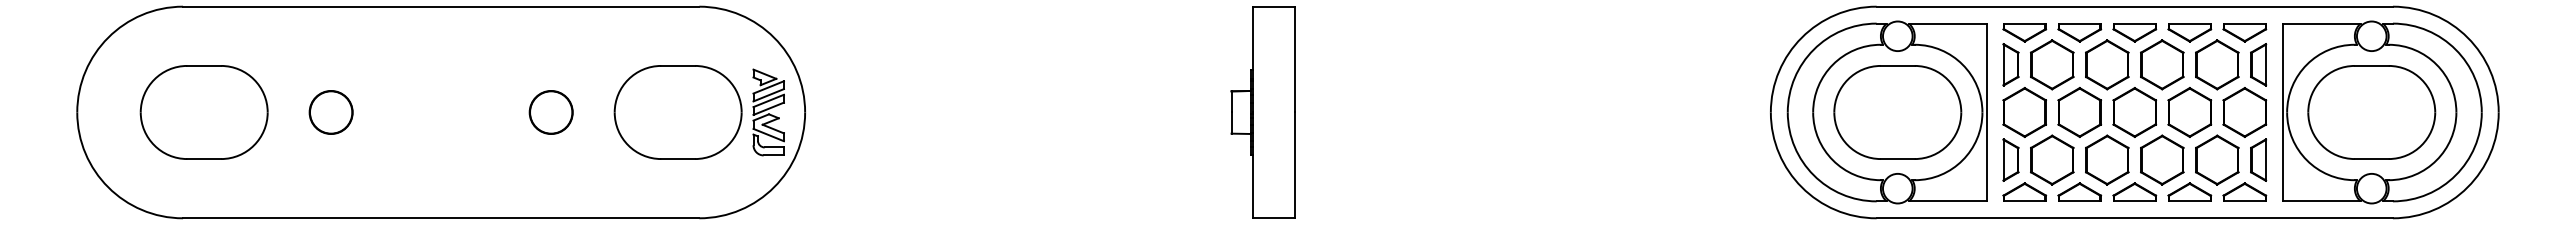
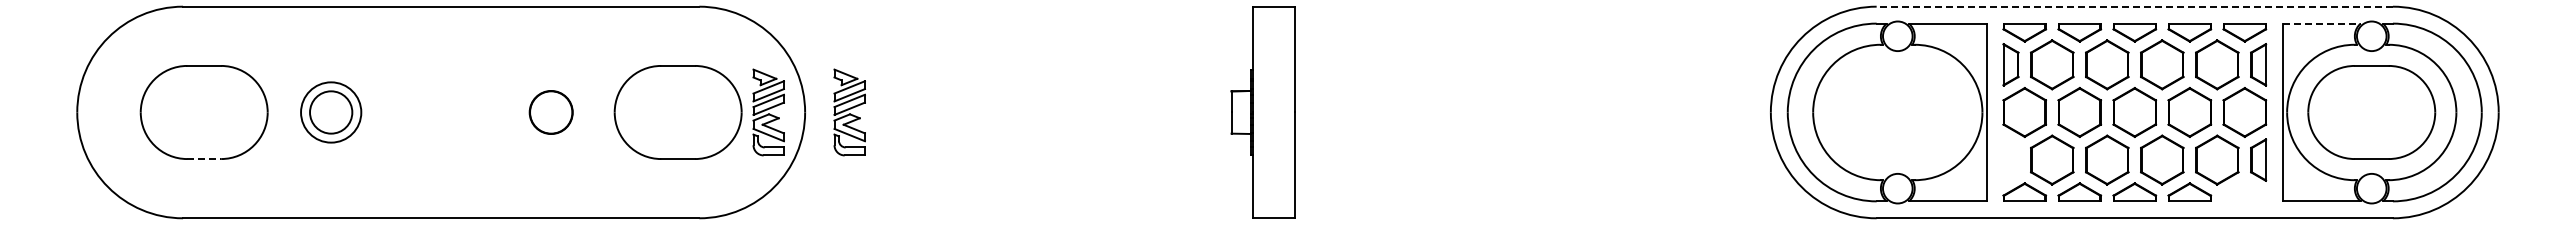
line at (2134, 6): solid -> dashed
line at (2321, 23): solid -> dashed
circle at (330, 112) diameter: 43 px -> 60 px
part at (849, 112): none -> present
part at (1897, 112): present -> none
line at (204, 159): solid -> dashed
part at (2010, 159): present -> none
part at (2244, 191): present -> none
